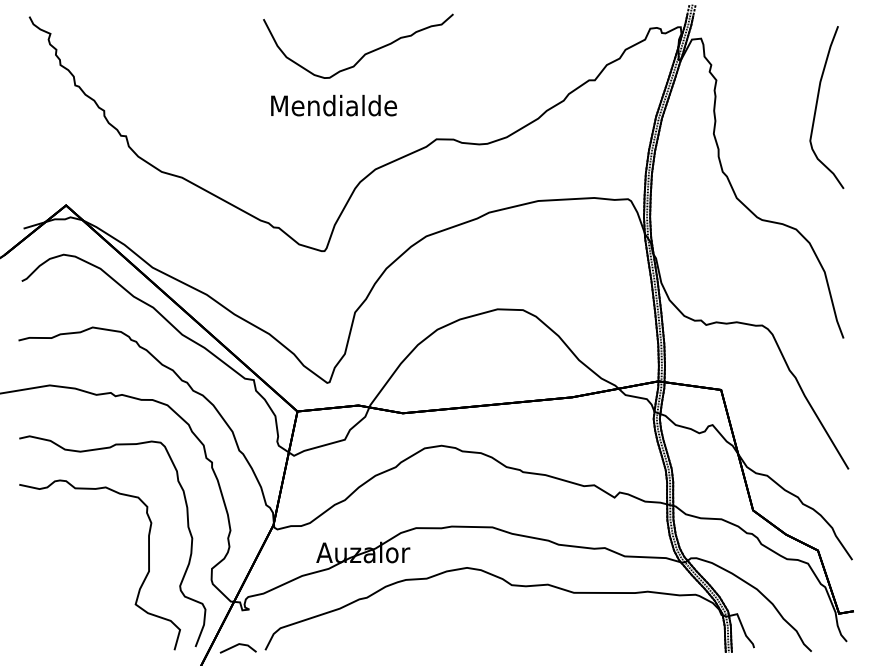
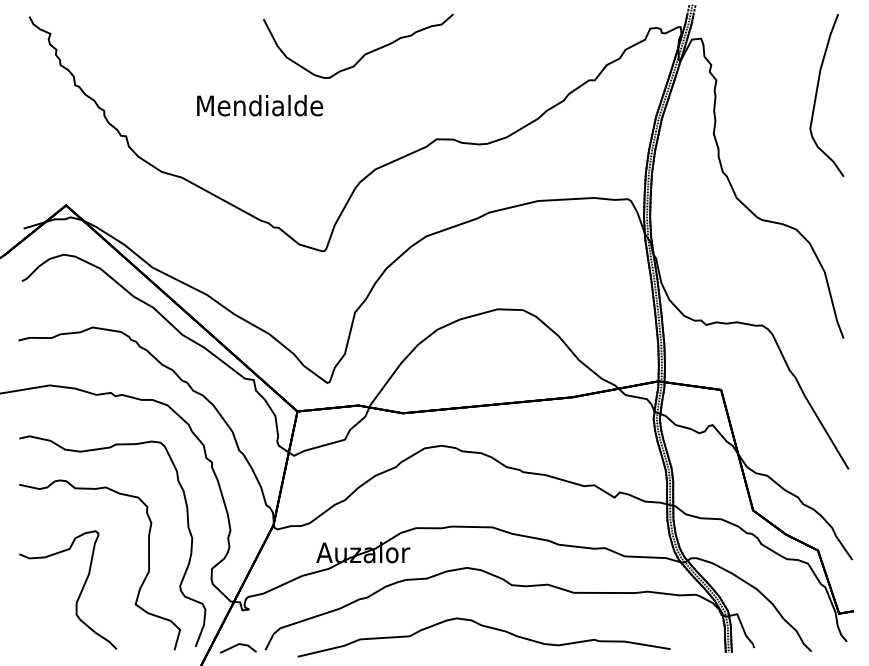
text at (334, 105) position: (334, 105) -> (260, 105)
curve at (817, 106) position: (817, 106) -> (817, 94)
curve at (78, 595): none -> present
curve at (485, 627): none -> present
